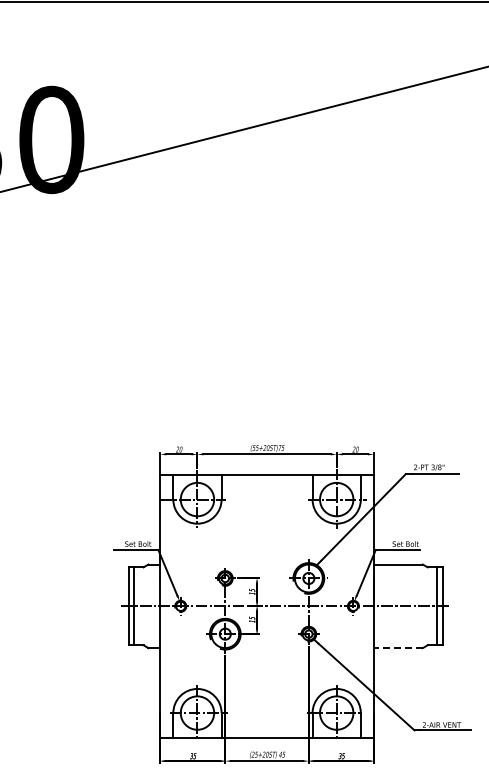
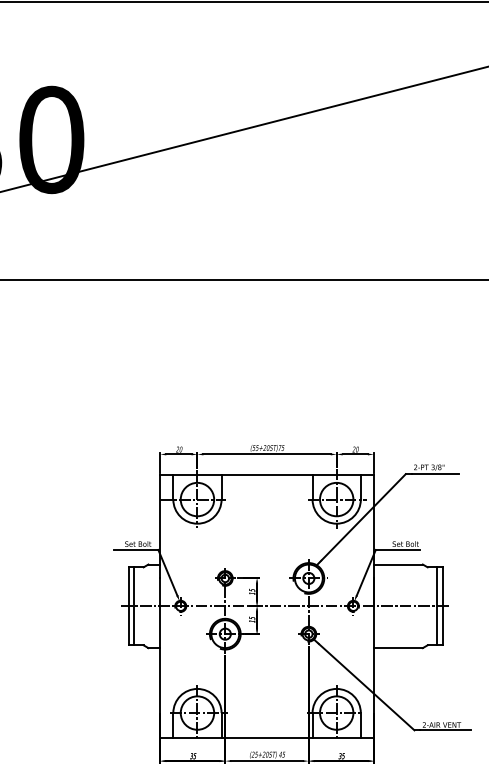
line at (243, 280): none -> present
line at (398, 648): dashed -> solid
